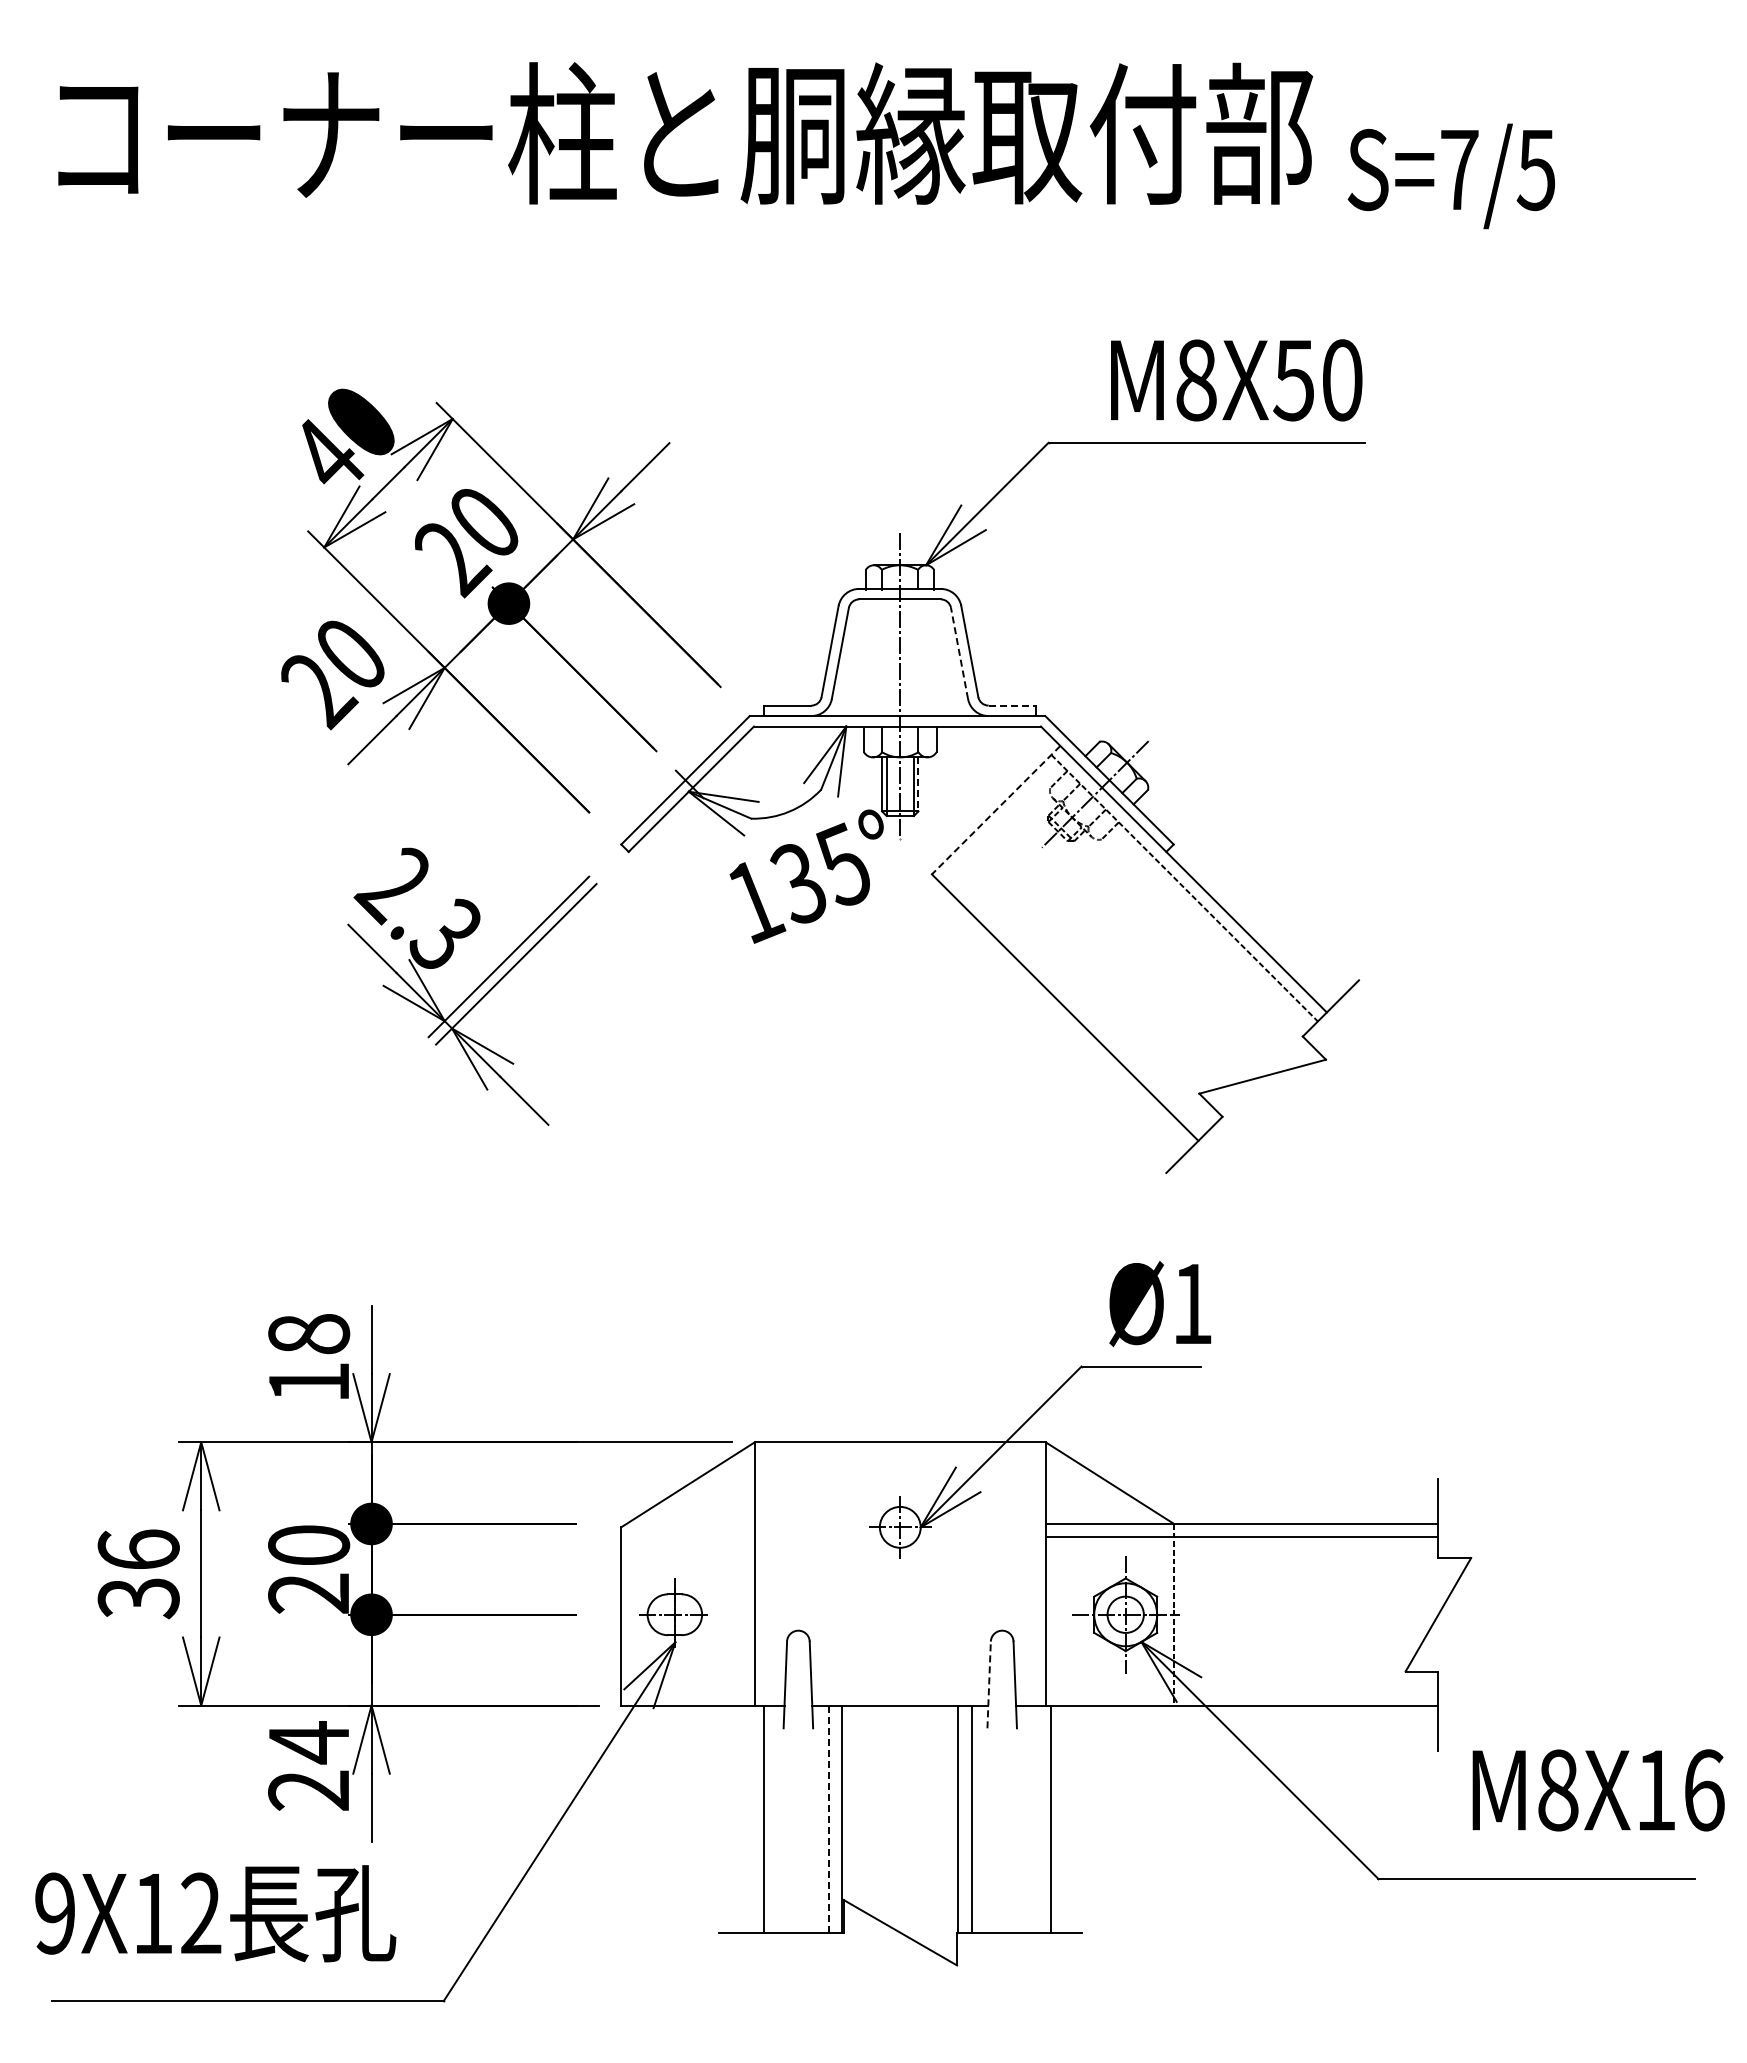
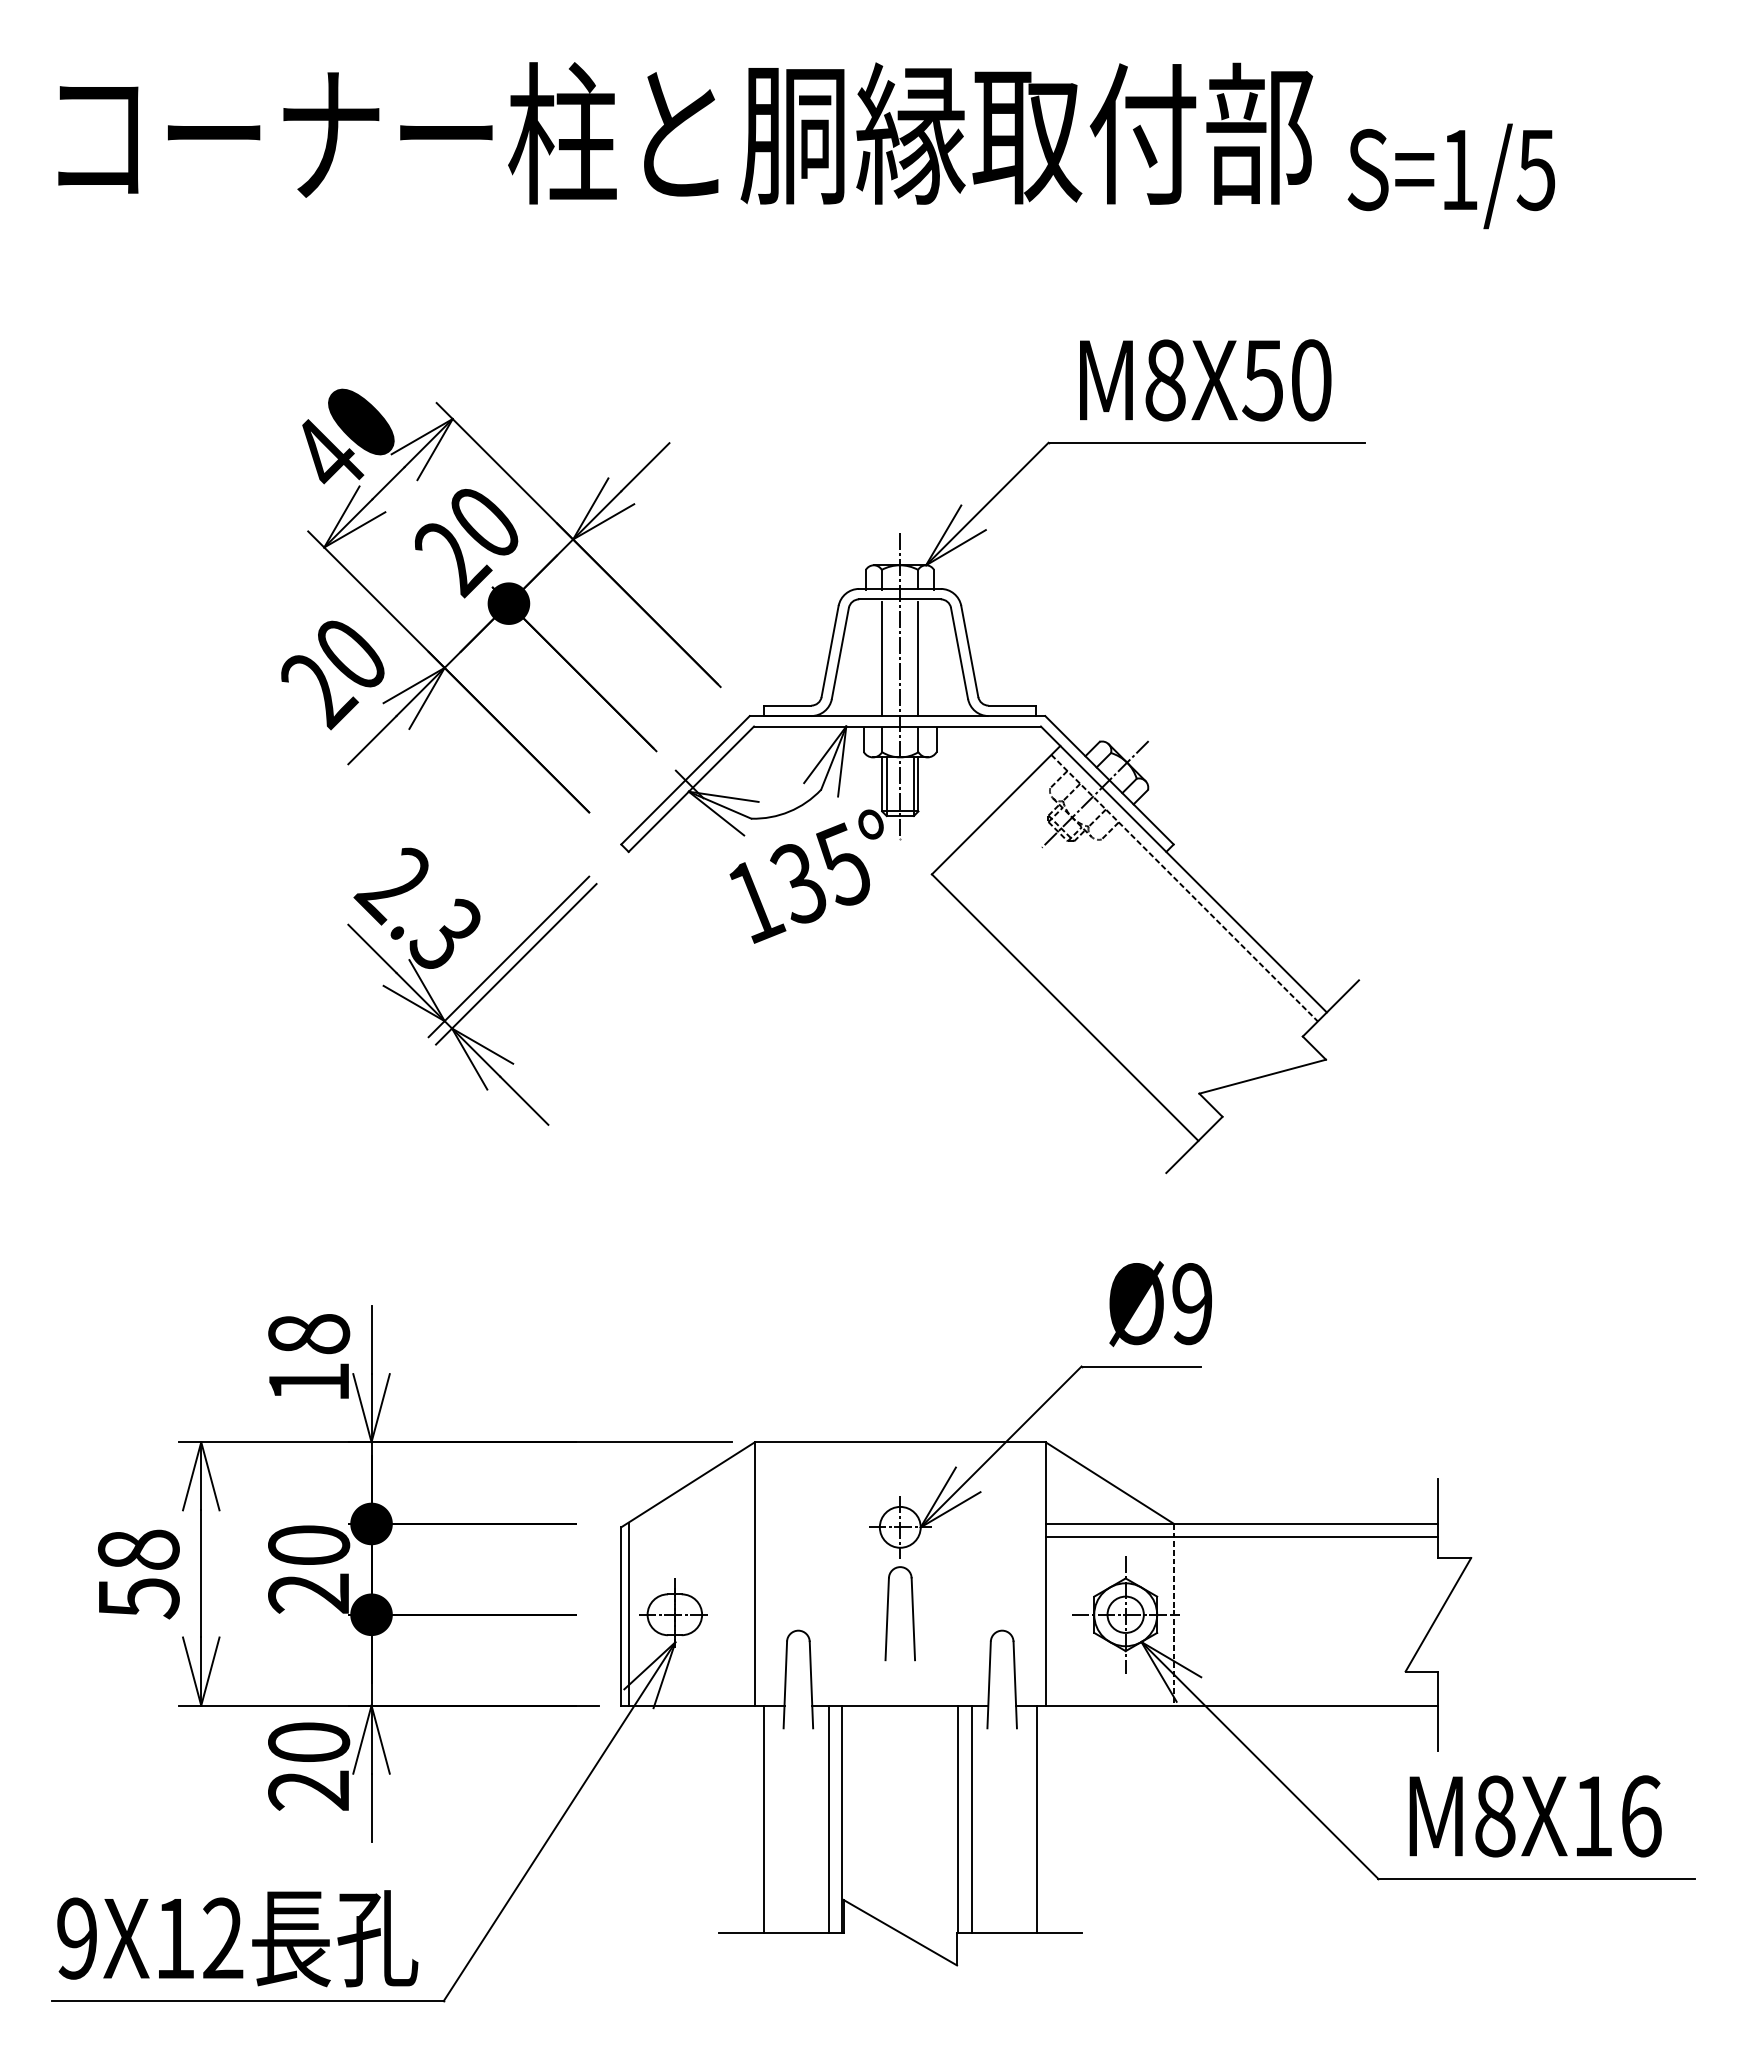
text at (1459, 169): S=7/5 -> S=1/5
text at (1236, 380) position: (1236, 380) -> (1205, 380)
line at (959, 652): dashed -> solid
line at (881, 659): none -> present
line at (918, 659): none -> present
line at (1012, 705): dashed -> solid
line at (918, 784): dashed -> solid
line at (996, 810): dashed -> solid
text at (1191, 1304): Ø1 -> Ø9
text at (138, 1574): 36 -> 58
line at (628, 1613): none -> present
part at (888, 1613): none -> present
line at (989, 1684): dashed -> solid
text at (309, 1742): 24 -> 20
text at (1598, 1790) position: (1598, 1790) -> (1535, 1816)
line at (1050, 1818) position: (1050, 1818) -> (1036, 1818)
line at (828, 1819): dashed -> solid
text at (215, 1913) position: (215, 1913) -> (237, 1938)
